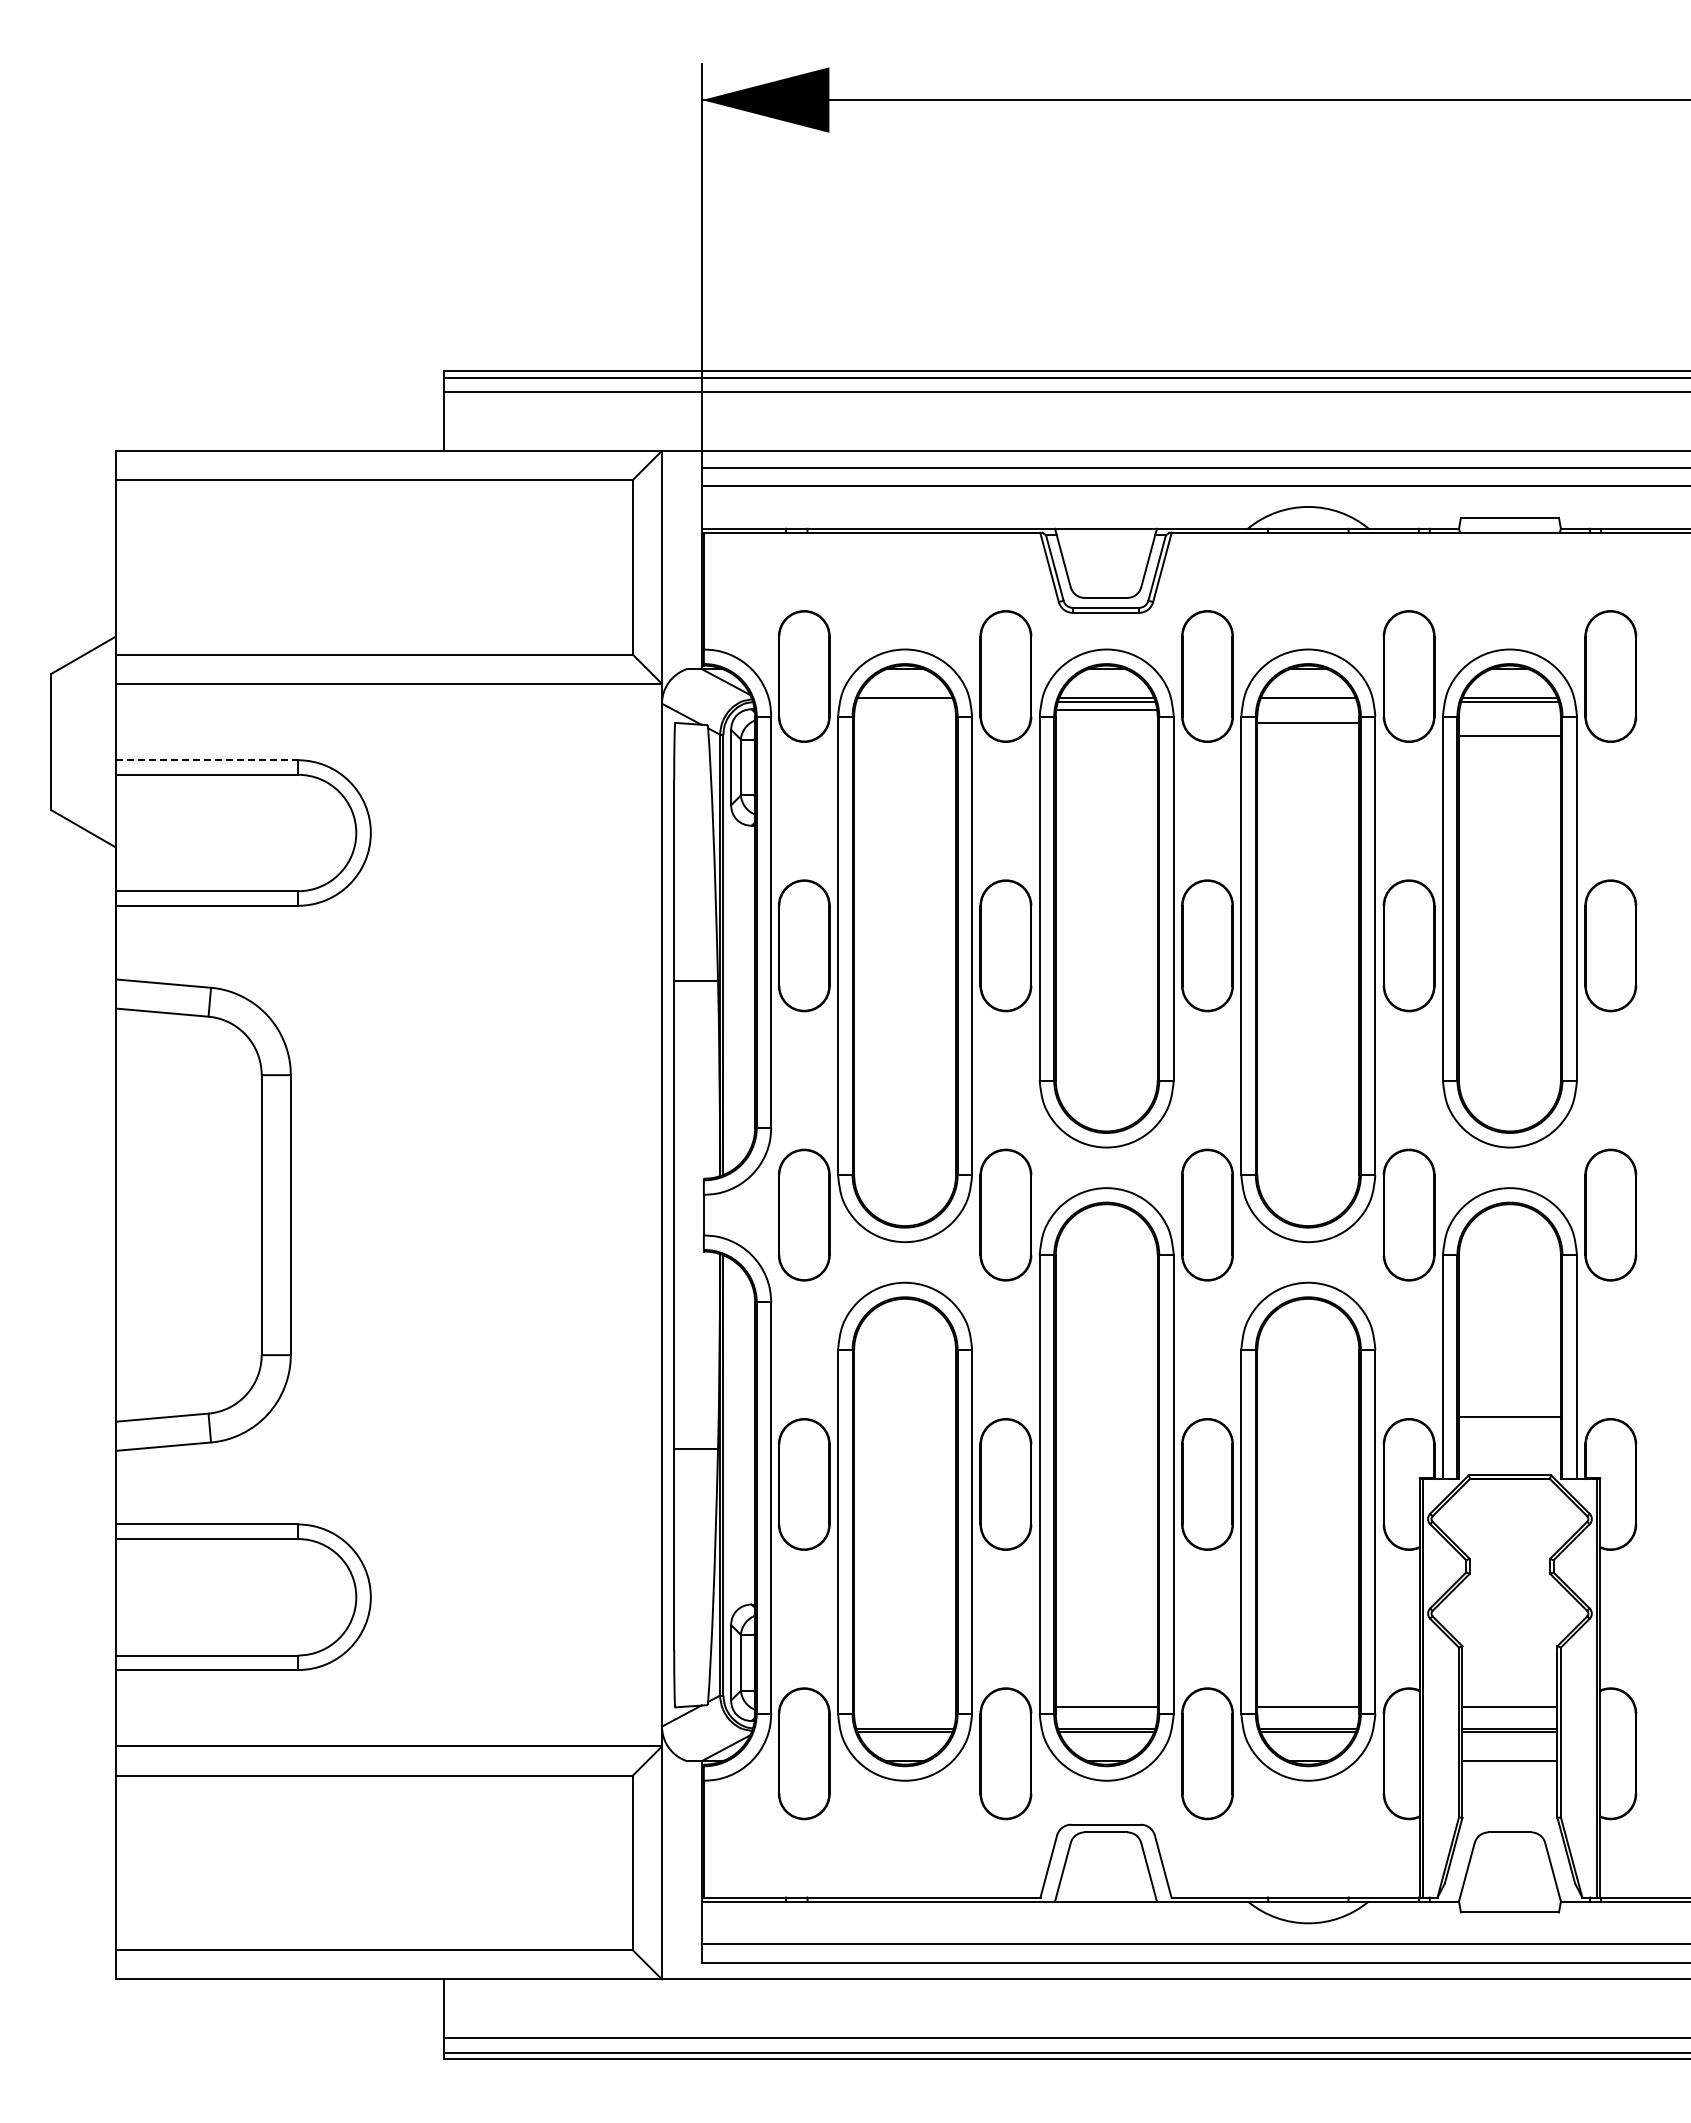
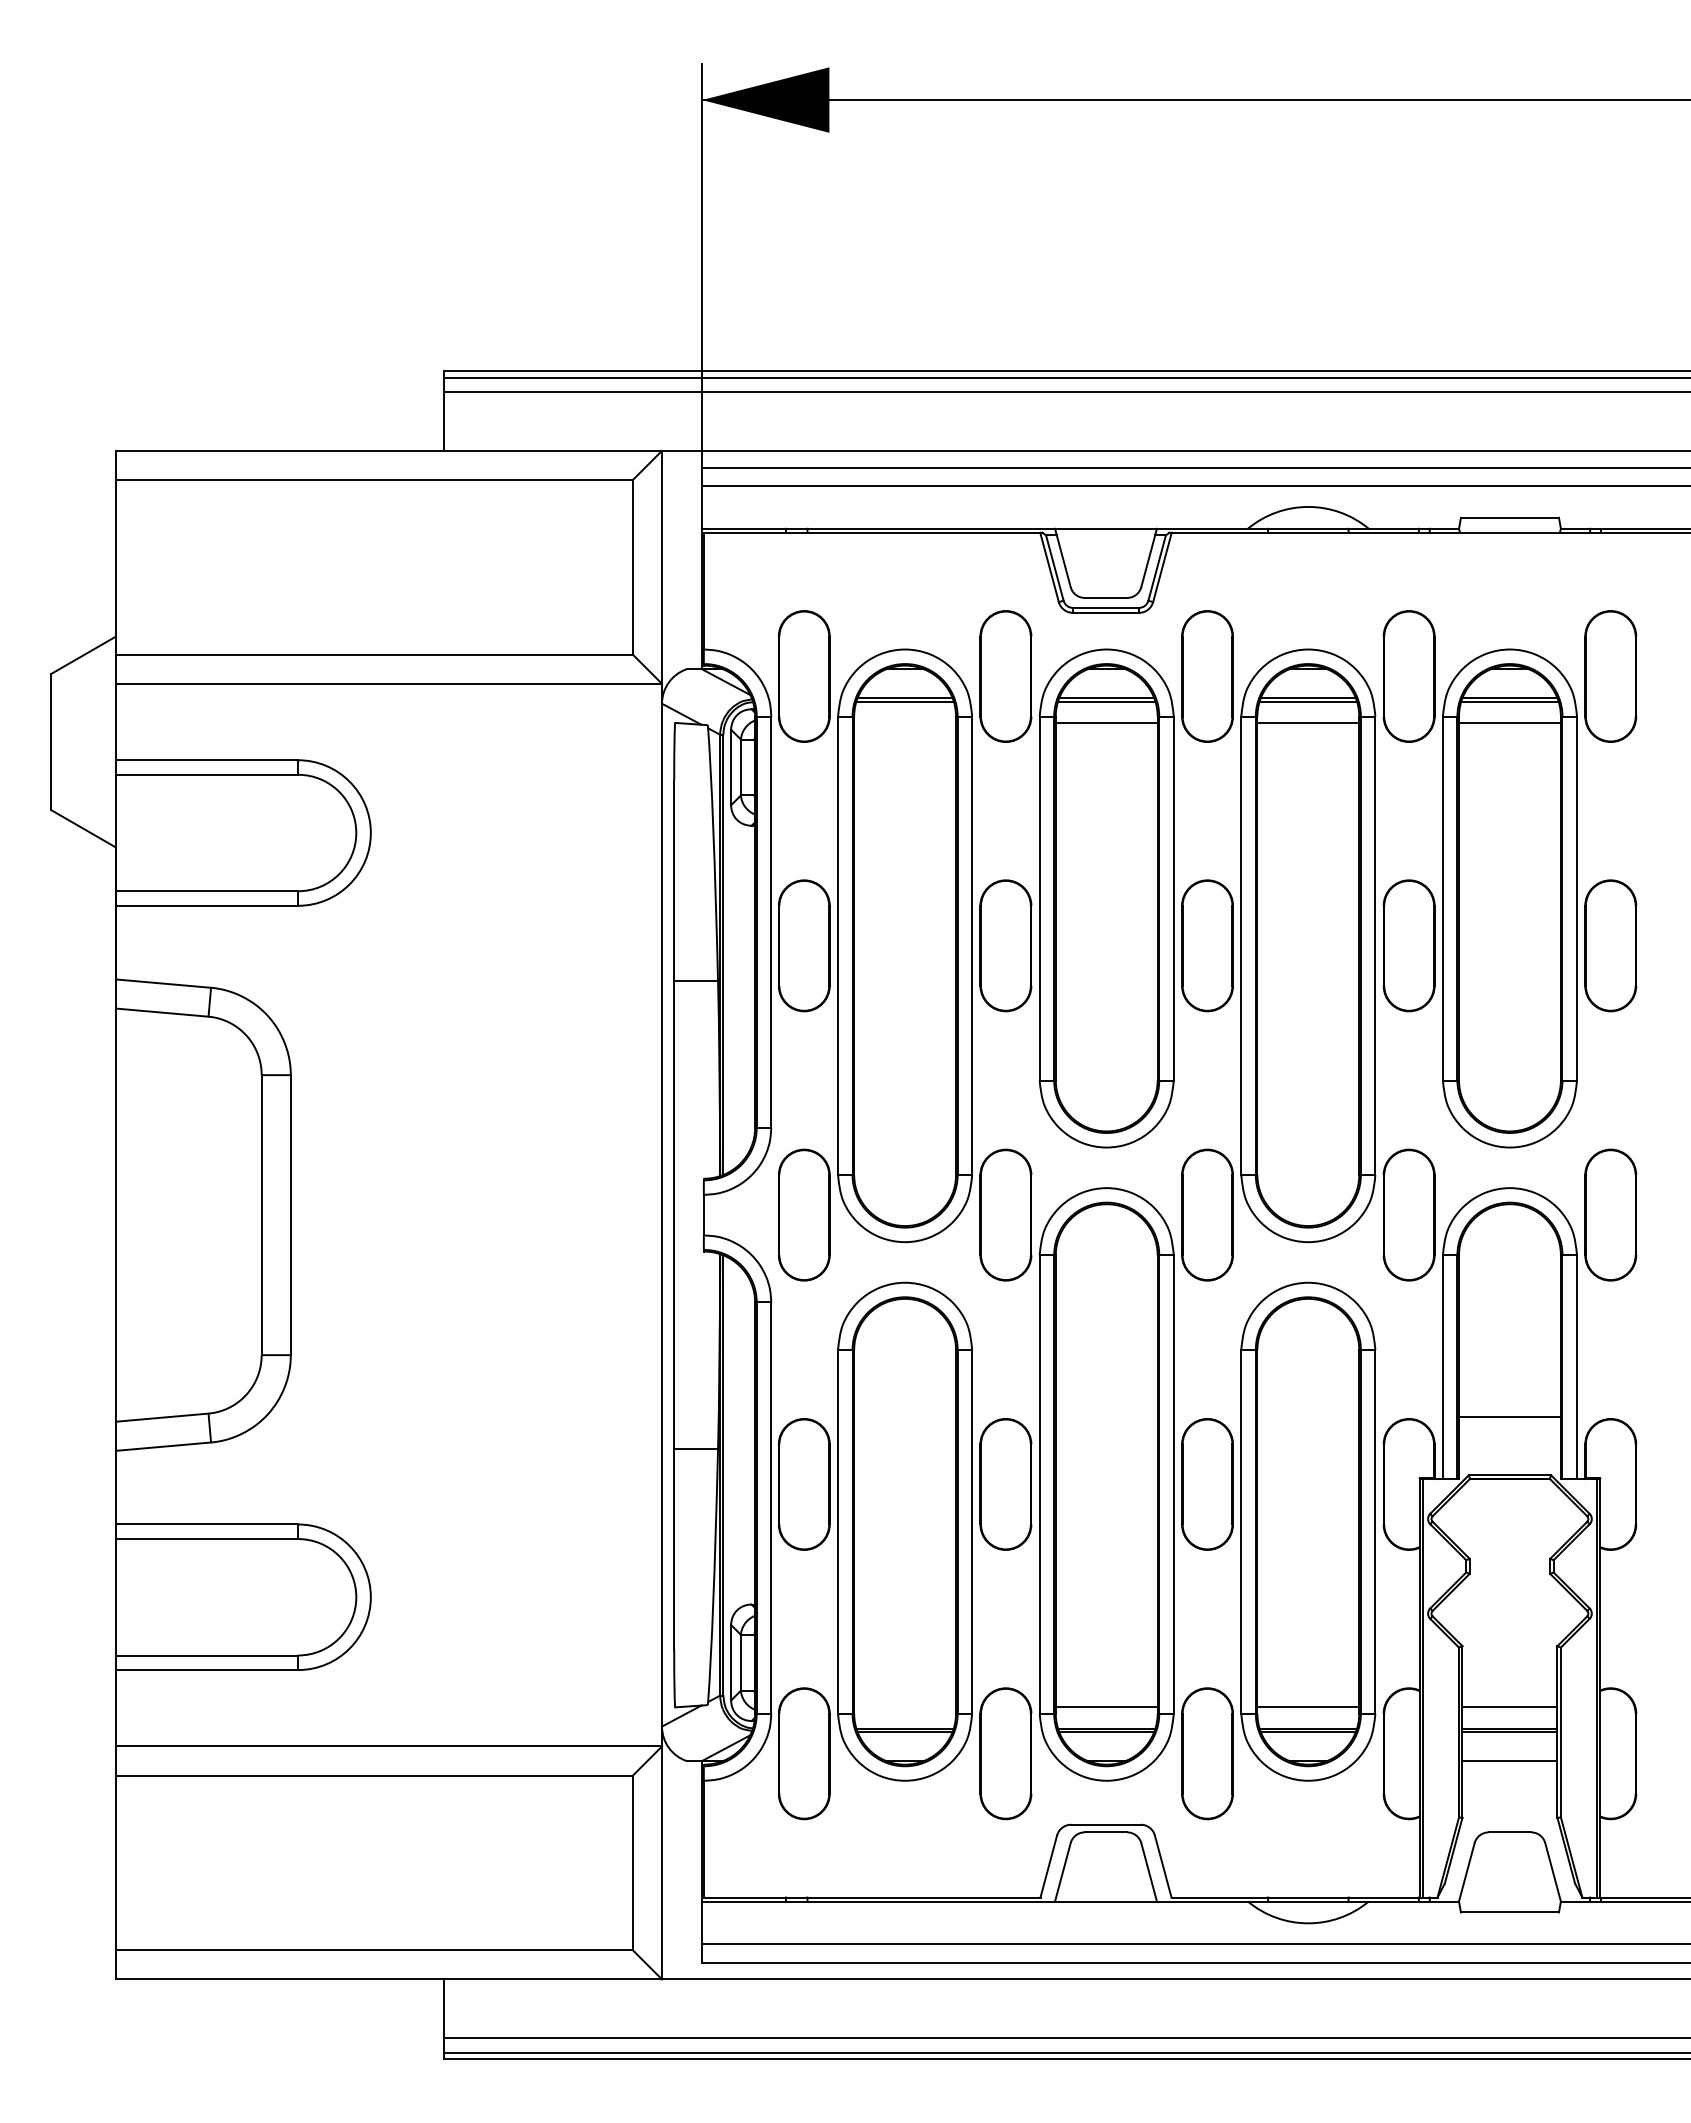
line at (904, 701): none -> present
line at (1308, 701): none -> present
line at (1106, 710) position: (1106, 710) -> (1106, 723)
line at (1509, 736) position: (1509, 736) -> (1509, 723)
line at (207, 760): dashed -> solid
